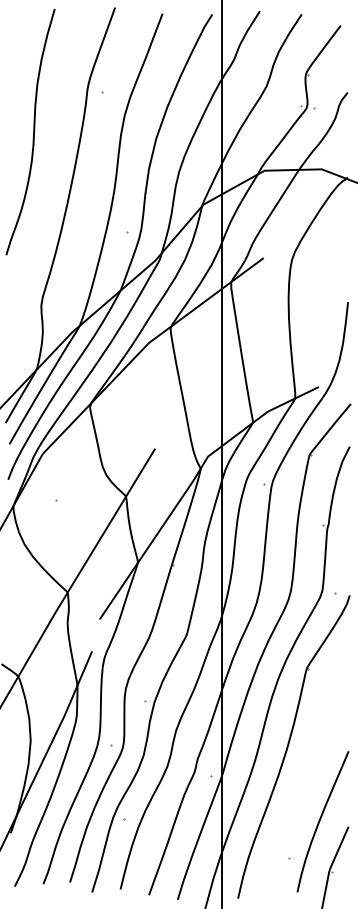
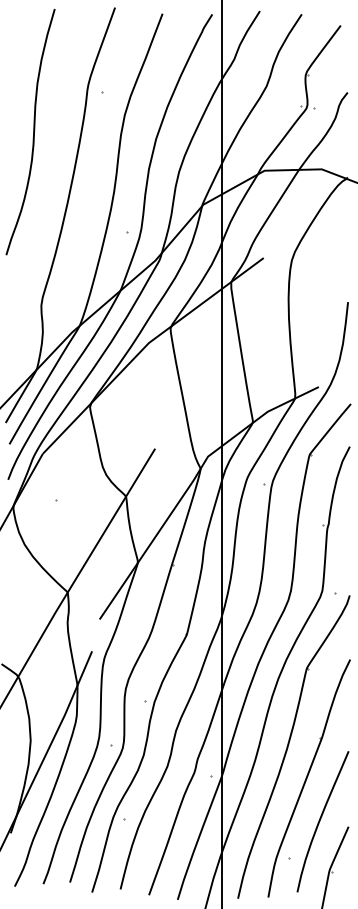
part at (308, 778): none -> present
